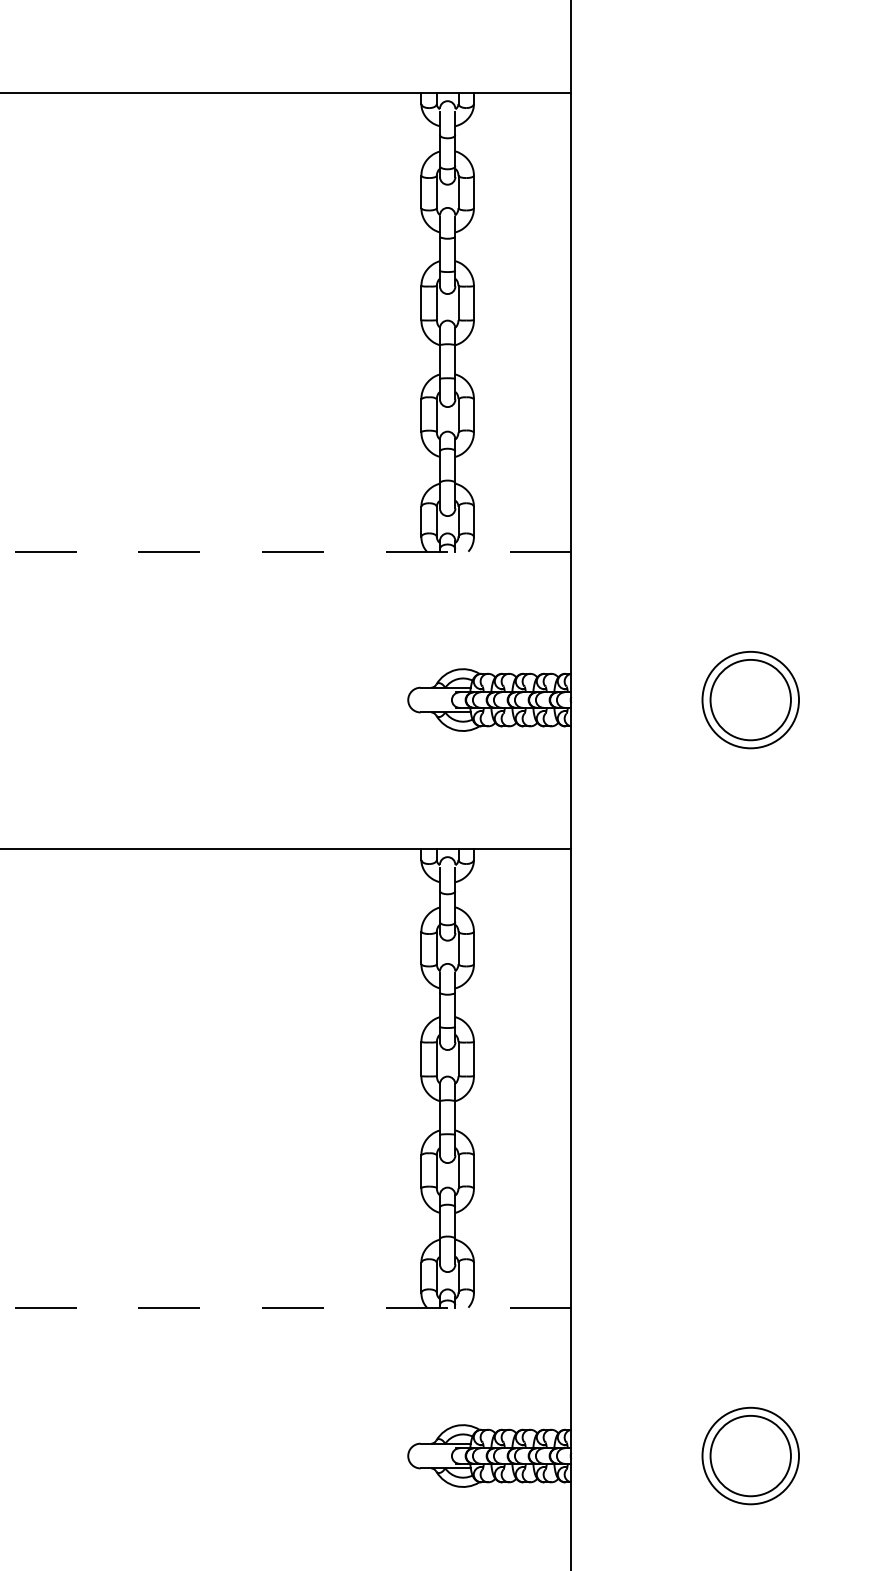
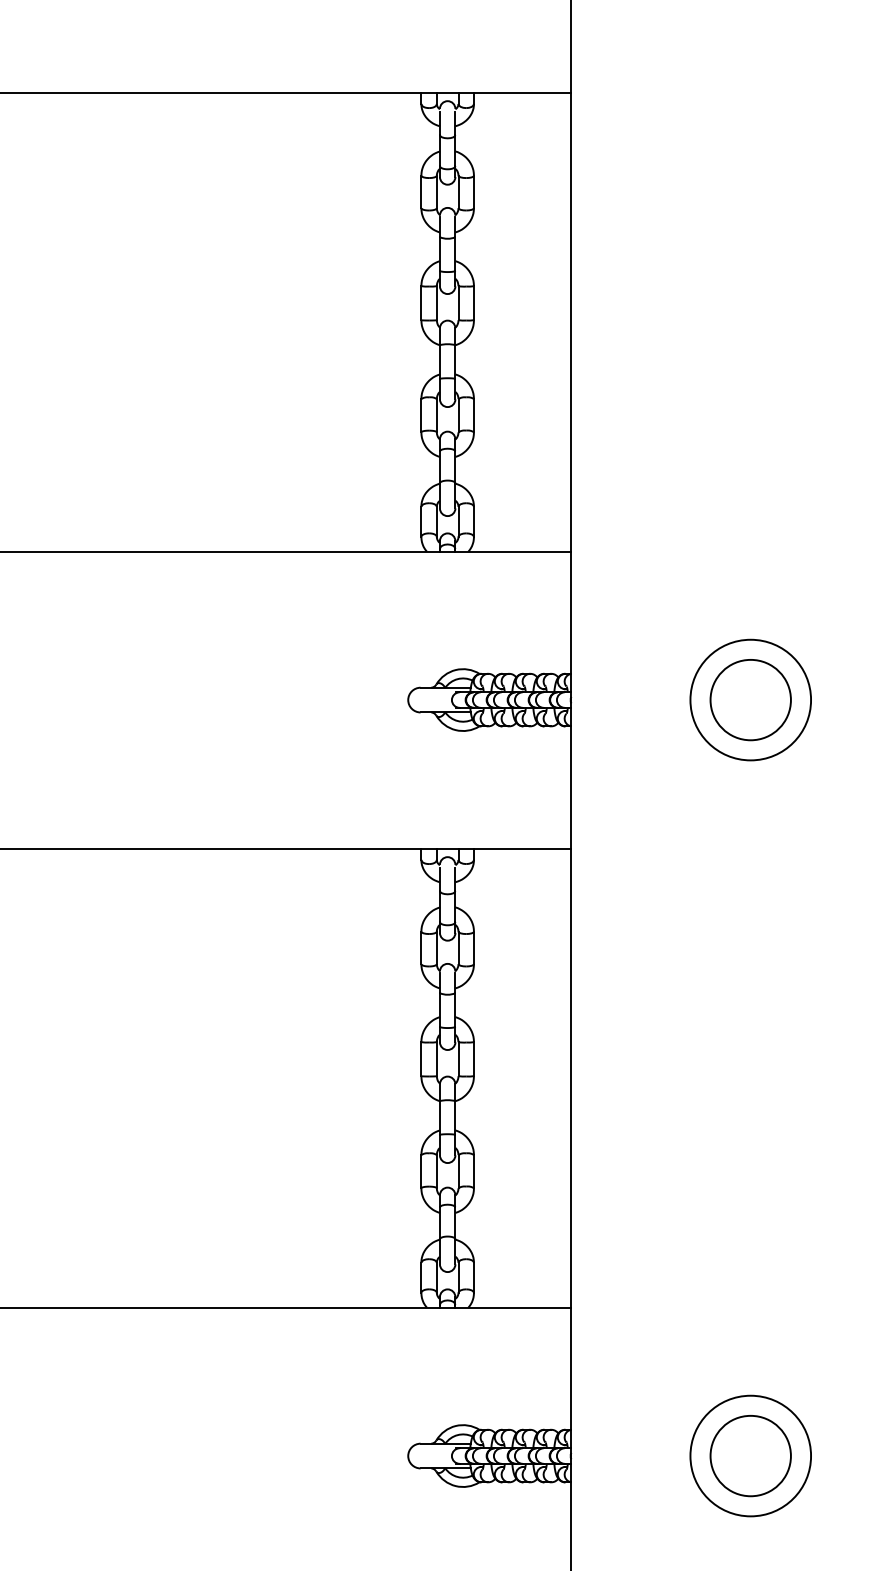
line at (285, 551): dashed -> solid
circle at (750, 699) diameter: 96 px -> 121 px
line at (285, 1307): dashed -> solid
circle at (750, 1455) diameter: 96 px -> 121 px
